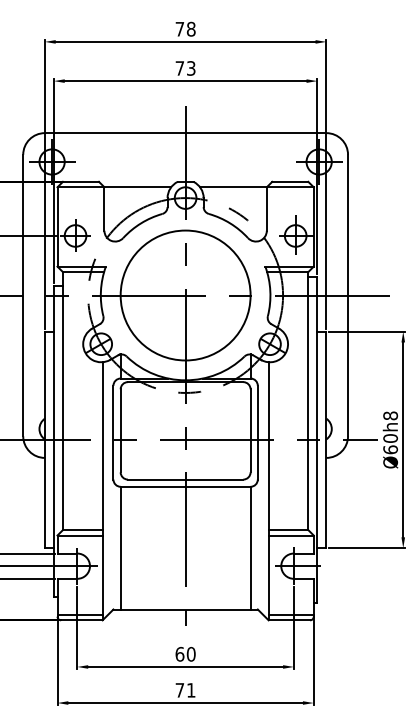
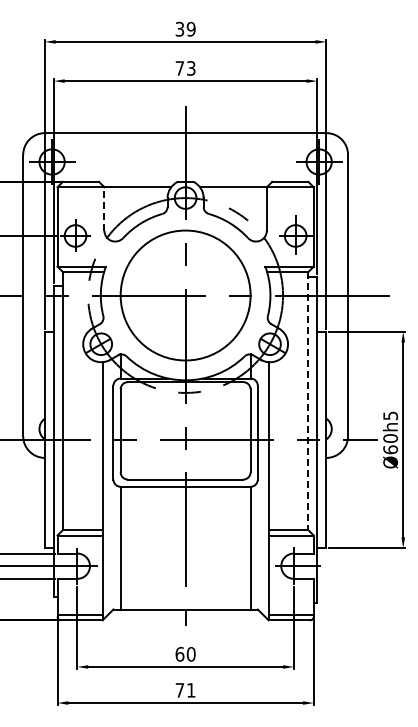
text at (185, 28): 78 -> 39
line at (104, 209): solid -> dashed
line at (308, 401): solid -> dashed
text at (390, 415): Ø60h8 -> Ø60h5
